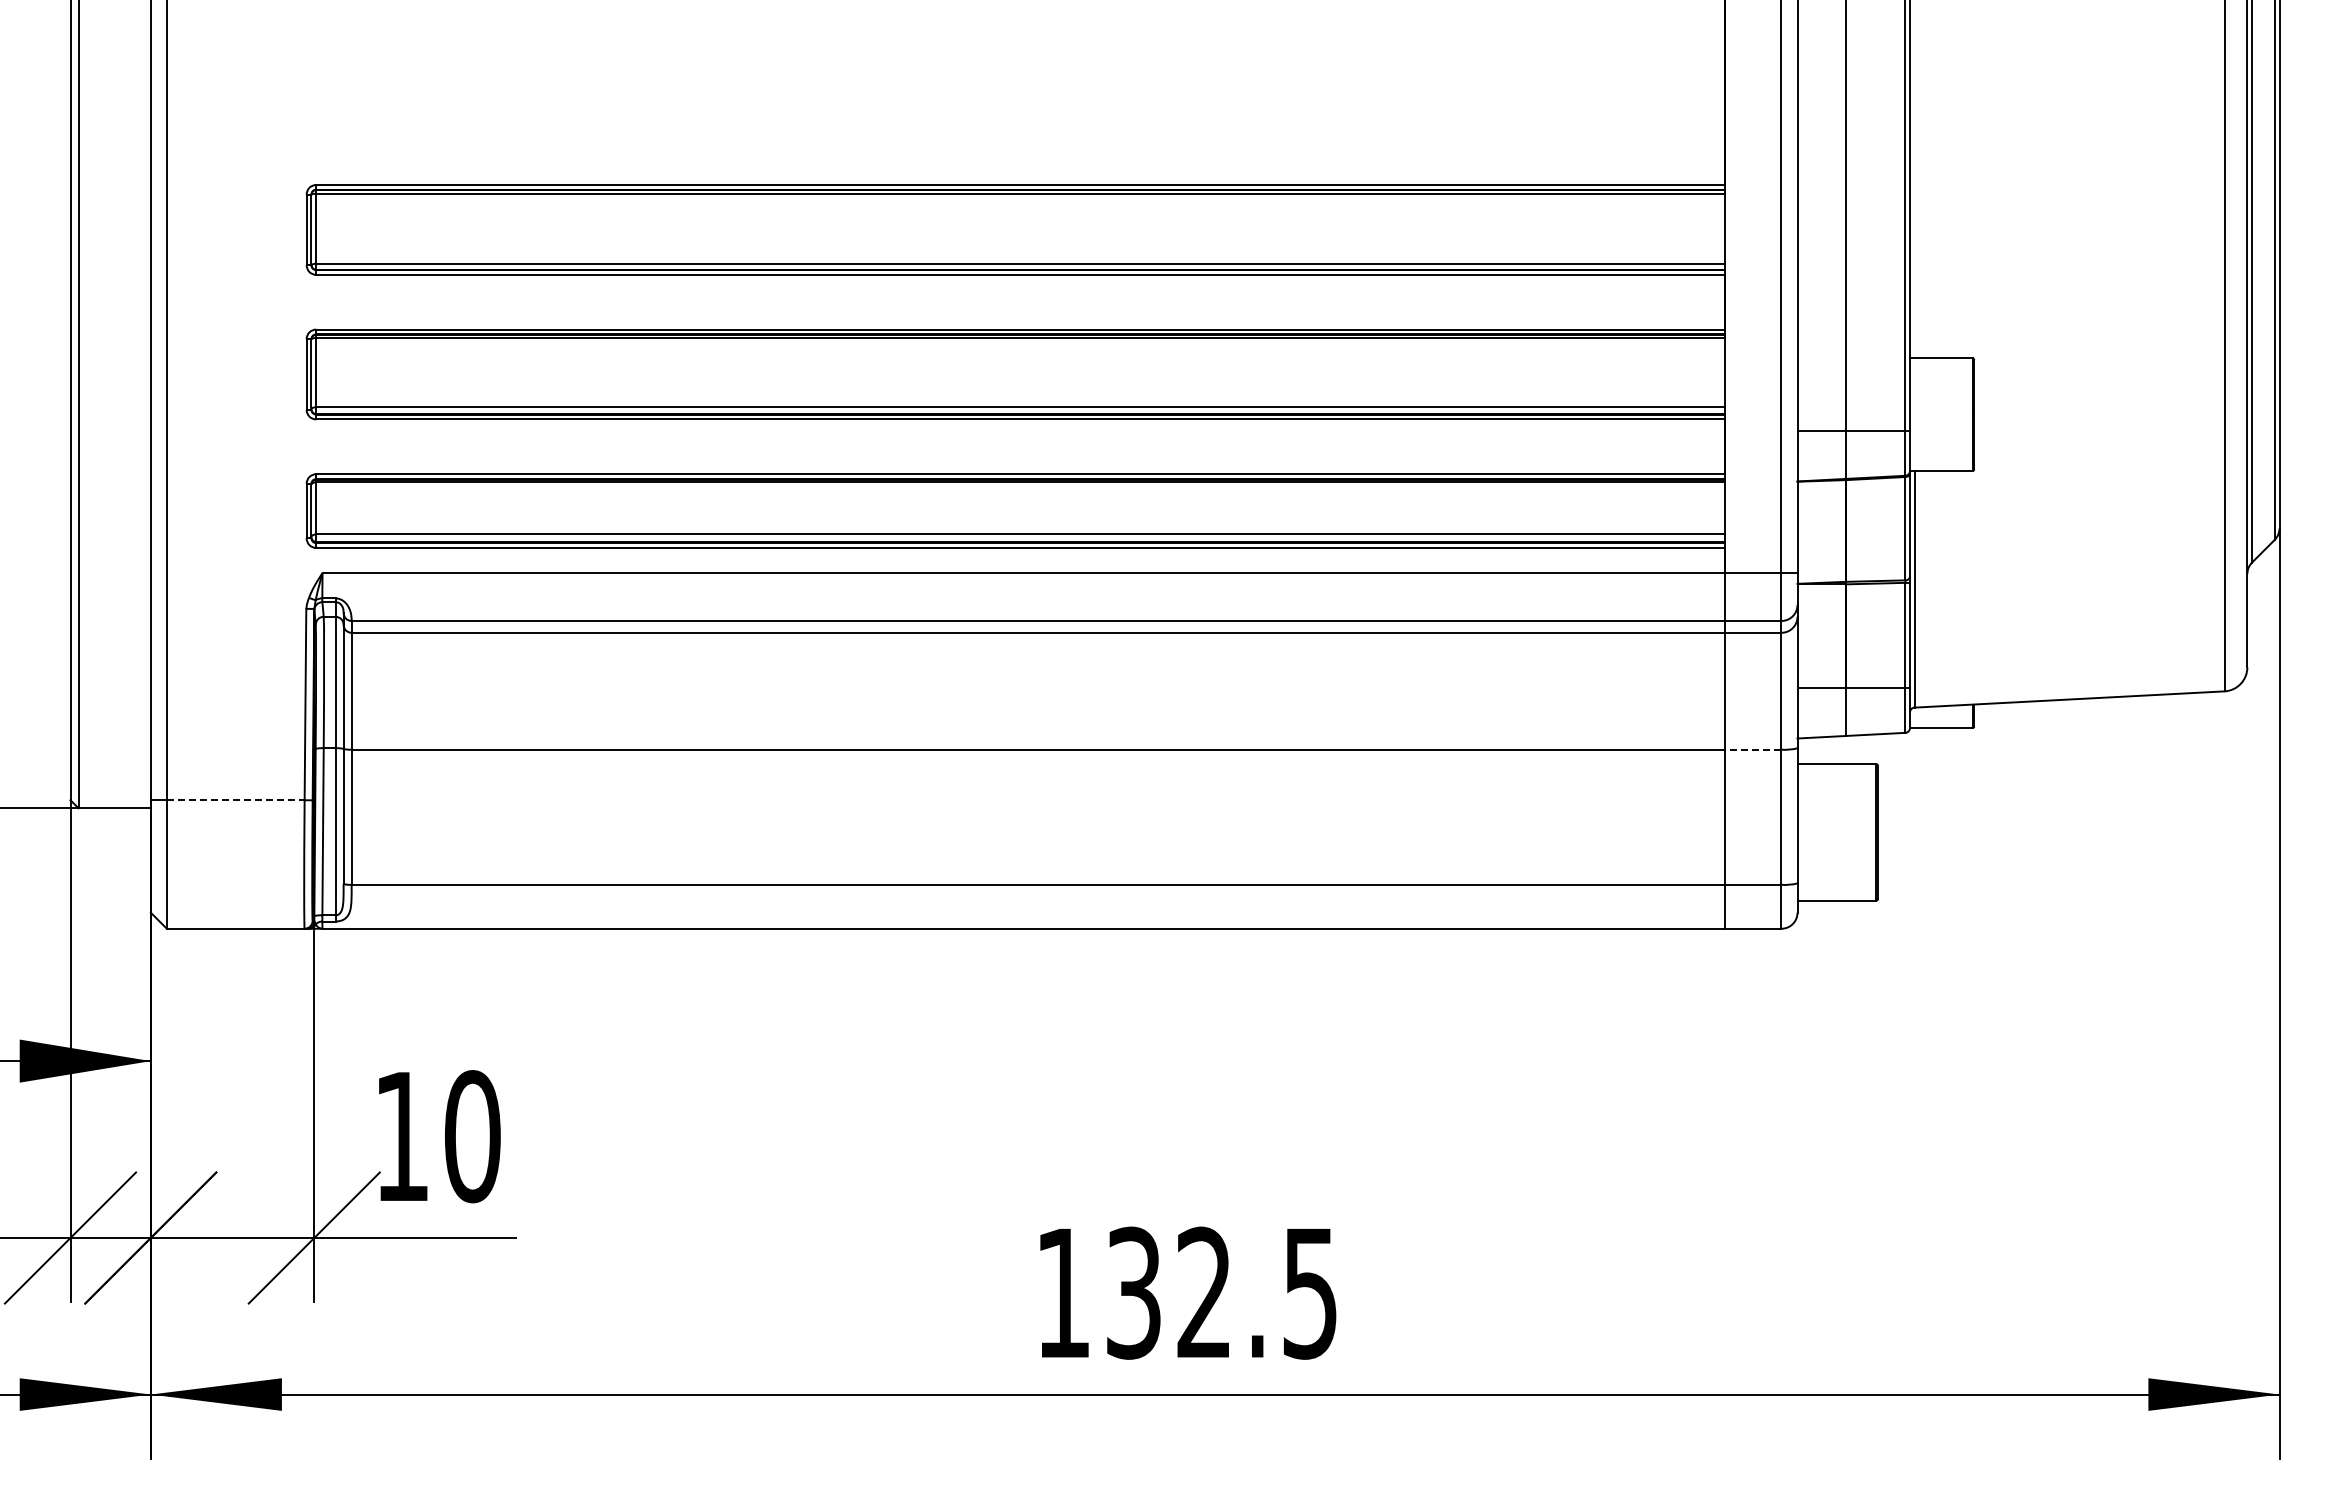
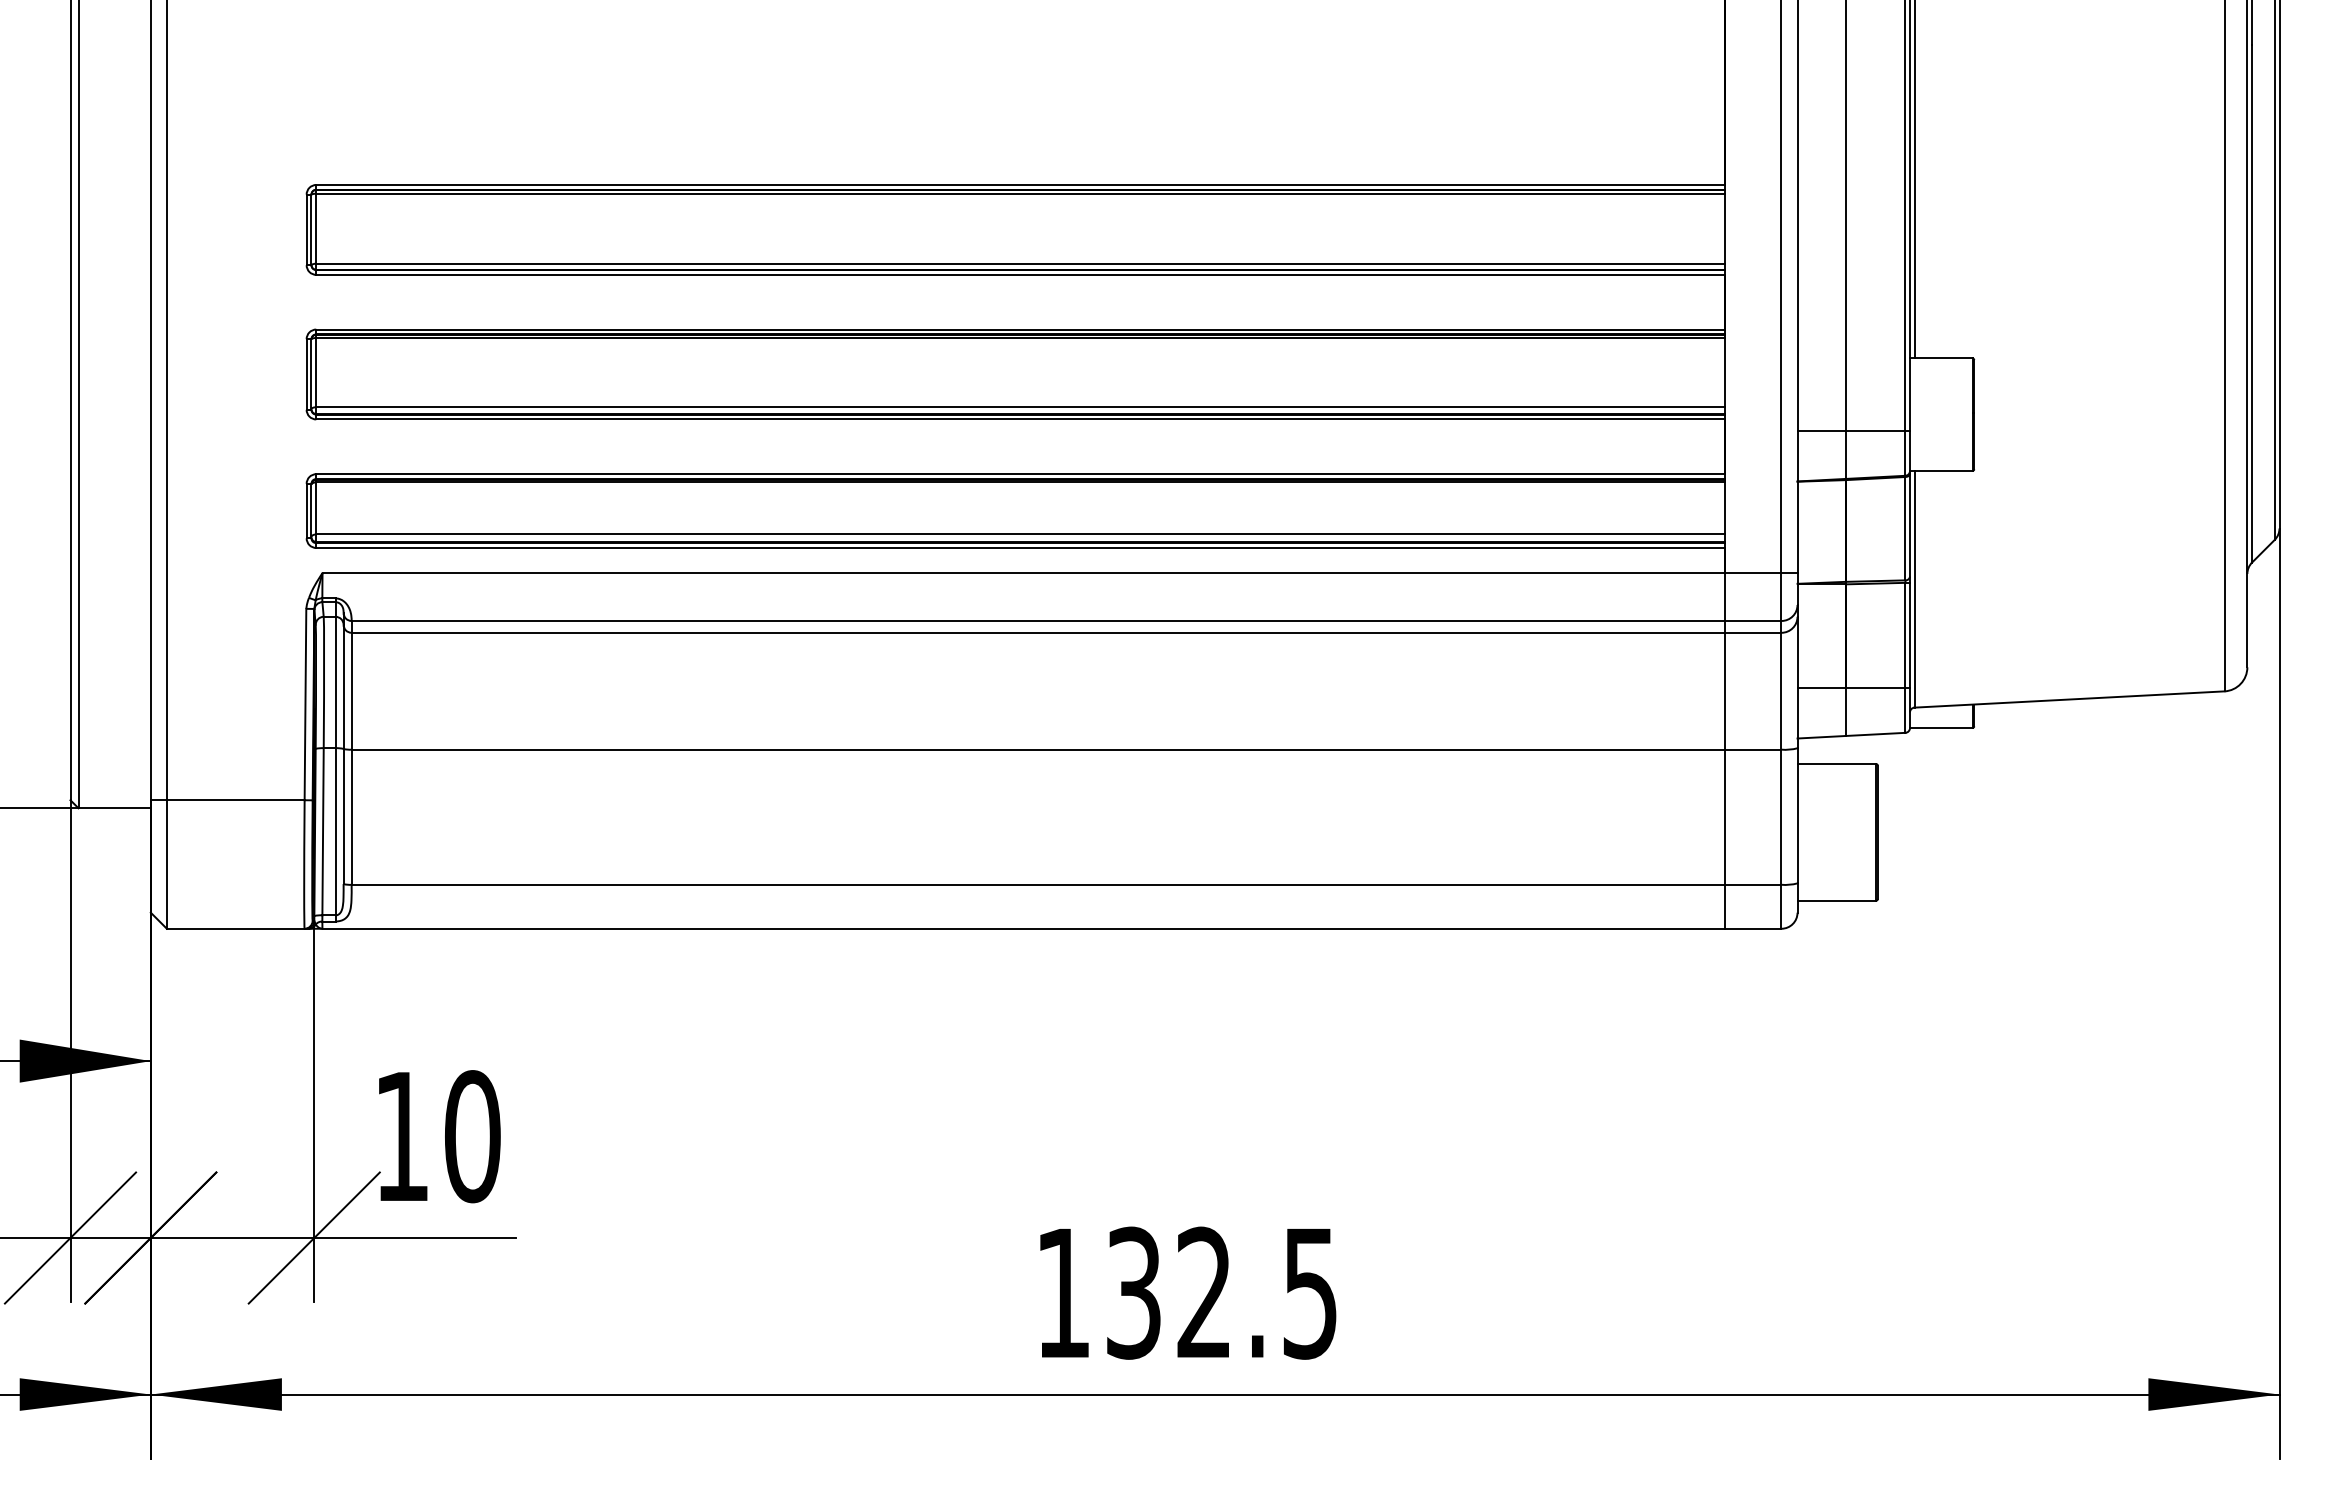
line at (1914, 180): none -> present
line at (1752, 749): dashed -> solid
line at (235, 800): dashed -> solid
